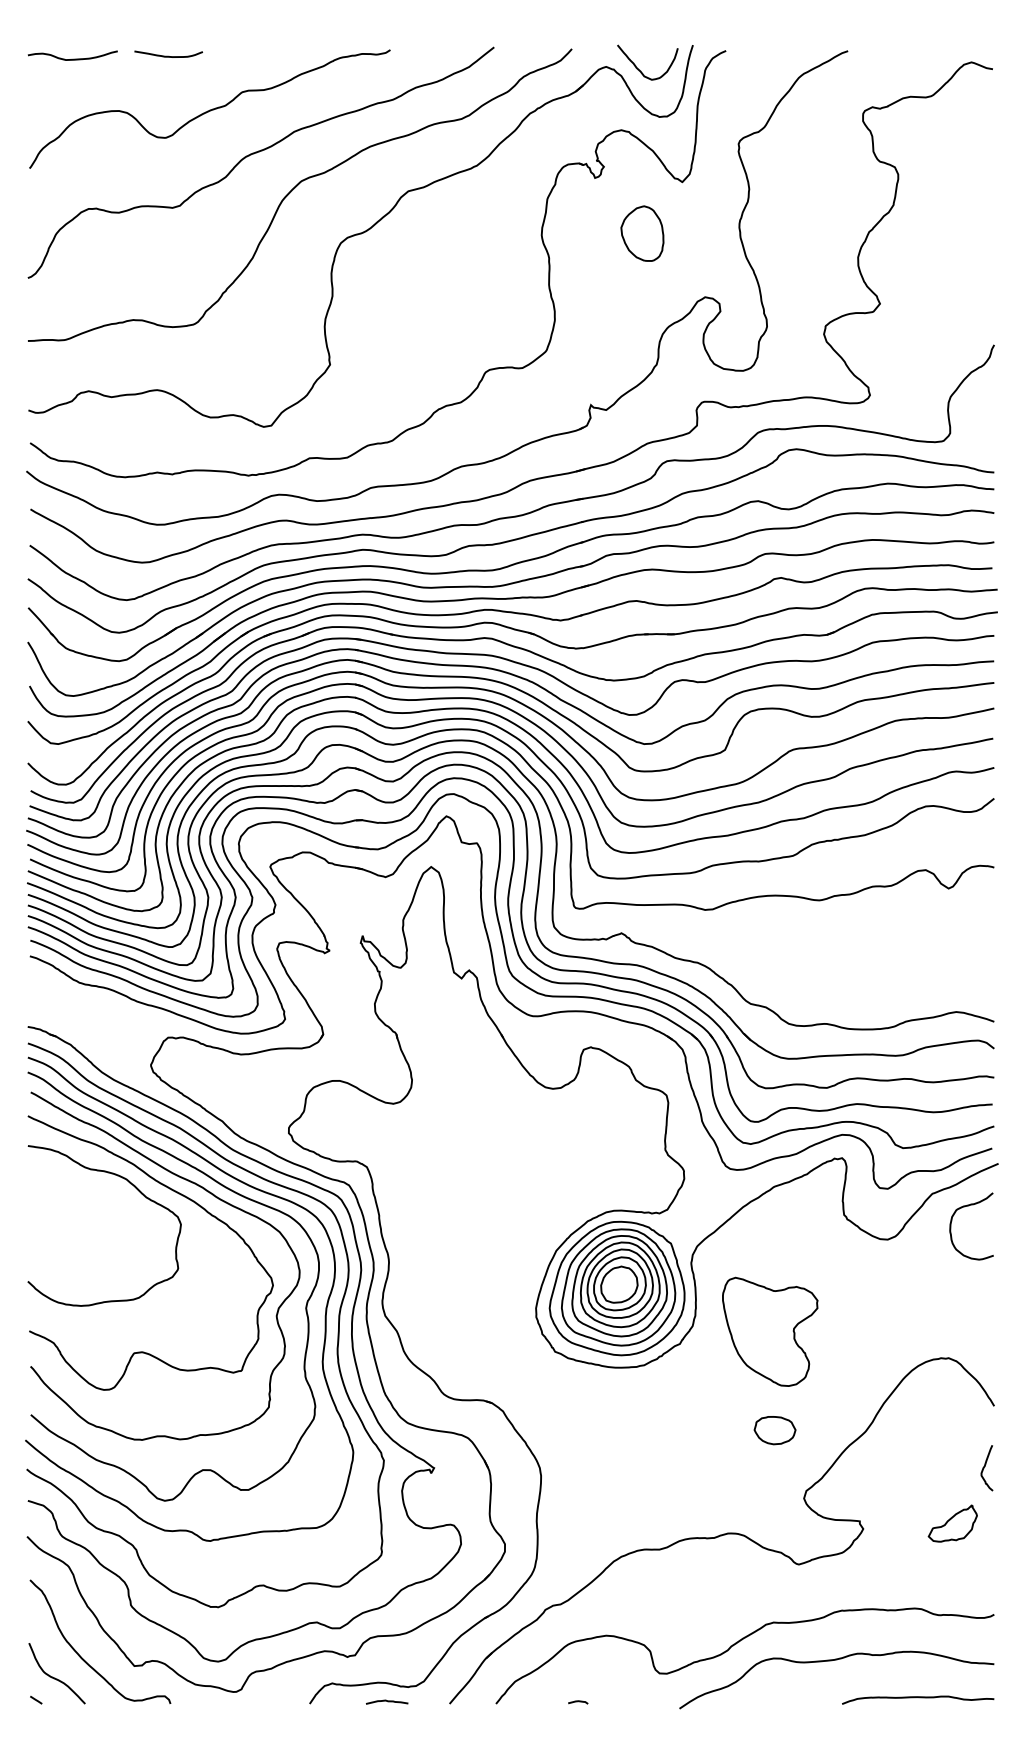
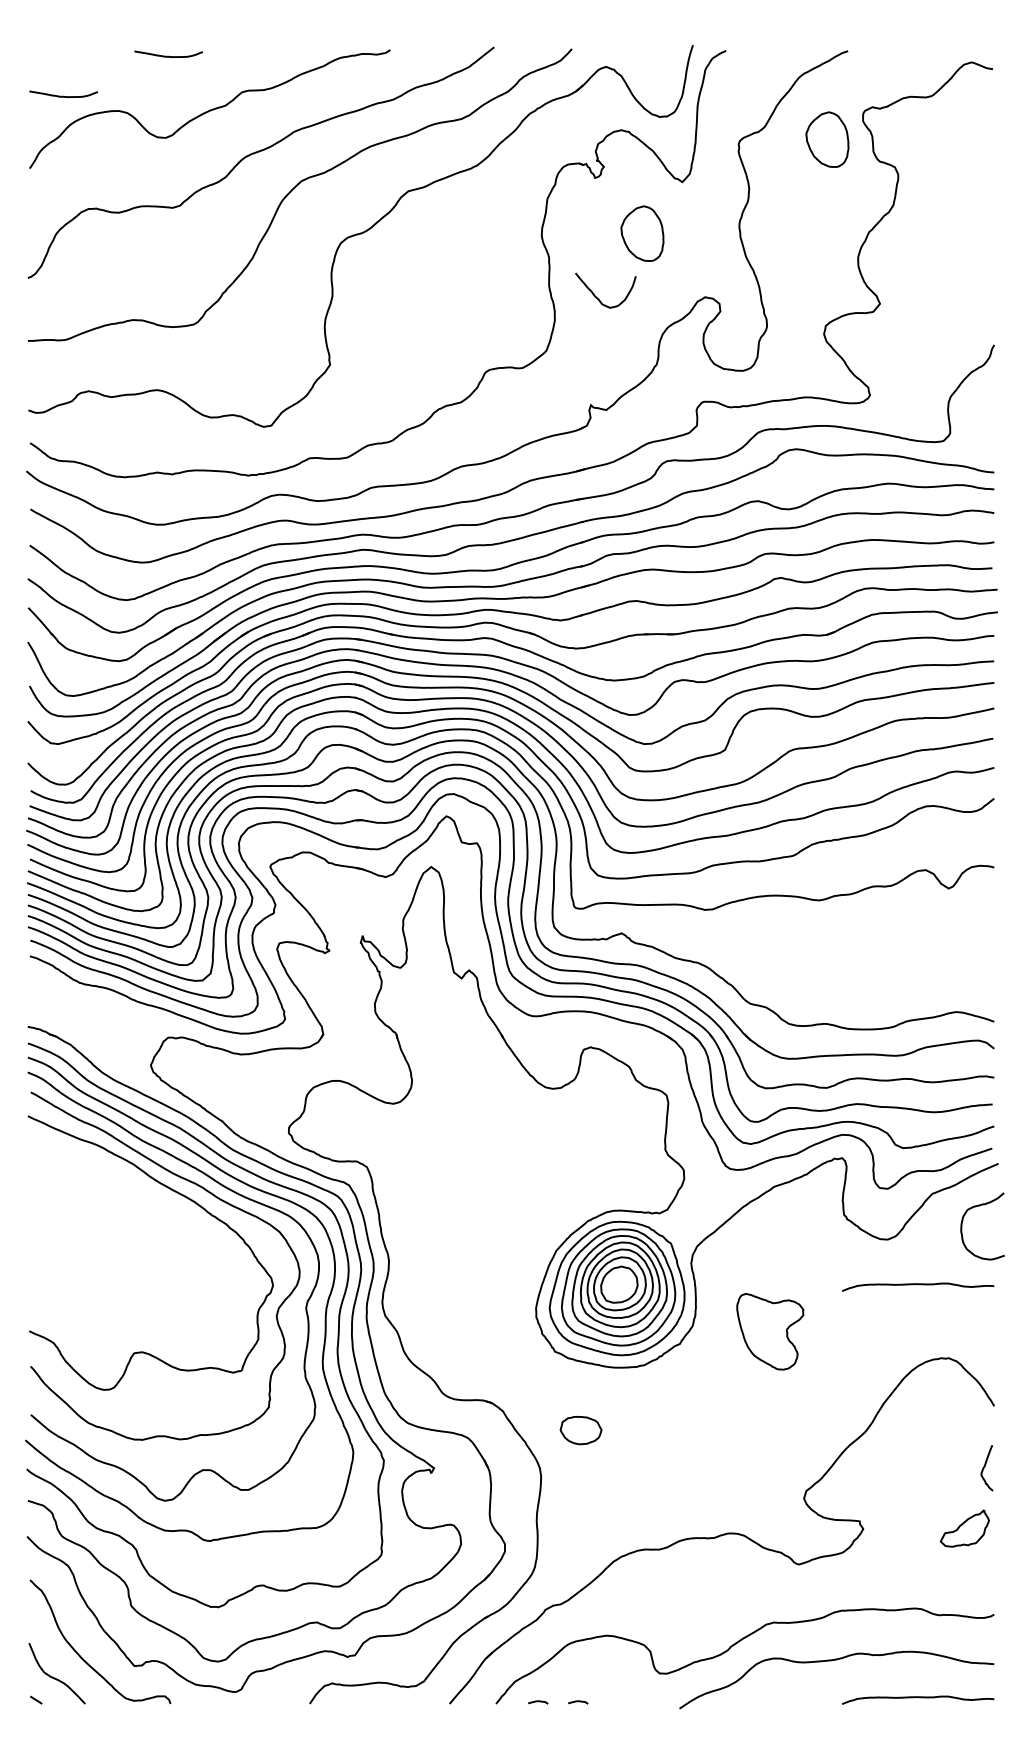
curve at (72, 58): present -> none
curve at (639, 69) position: (639, 69) -> (597, 297)
curve at (63, 95): none -> present
part at (827, 139): none -> present
curve at (138, 1191): present -> none
curve at (952, 1221) position: (952, 1221) -> (963, 1221)
curve at (918, 1285): none -> present
part at (770, 1331) size: 97x111 px -> 69x78 px
part at (774, 1430) position: (774, 1430) -> (580, 1430)
part at (952, 1523) position: (952, 1523) -> (964, 1528)
curve at (387, 1701): present -> none
curve at (538, 1702): none -> present
